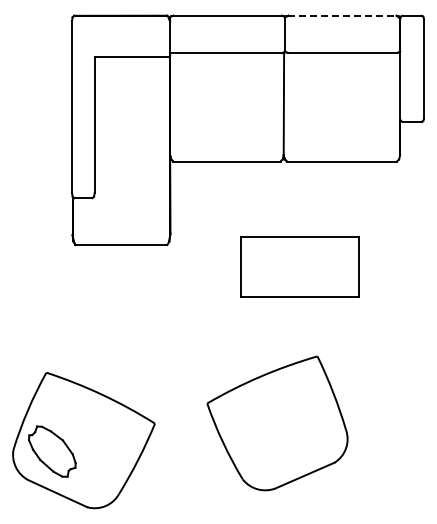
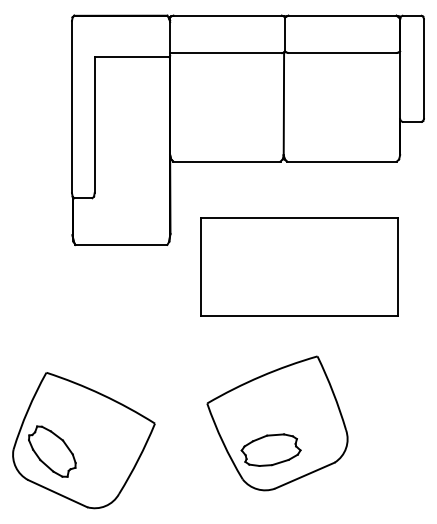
line at (343, 15): dashed -> solid
part at (299, 266) size: 120x62 px -> 199x100 px
part at (270, 449): none -> present
